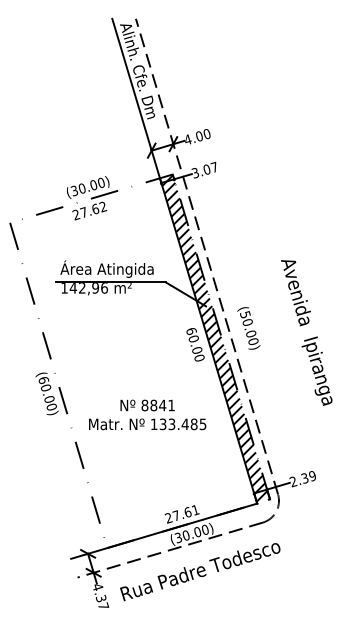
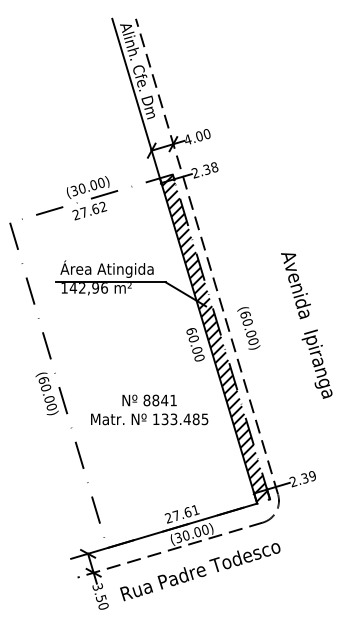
text at (204, 169): 3.07 -> 2.38
text at (245, 314): (50.00) -> (60.00)
text at (306, 332) position: (306, 332) -> (306, 325)
text at (147, 414) position: (147, 414) -> (149, 409)
text at (100, 596): 4.37 -> 3.50
